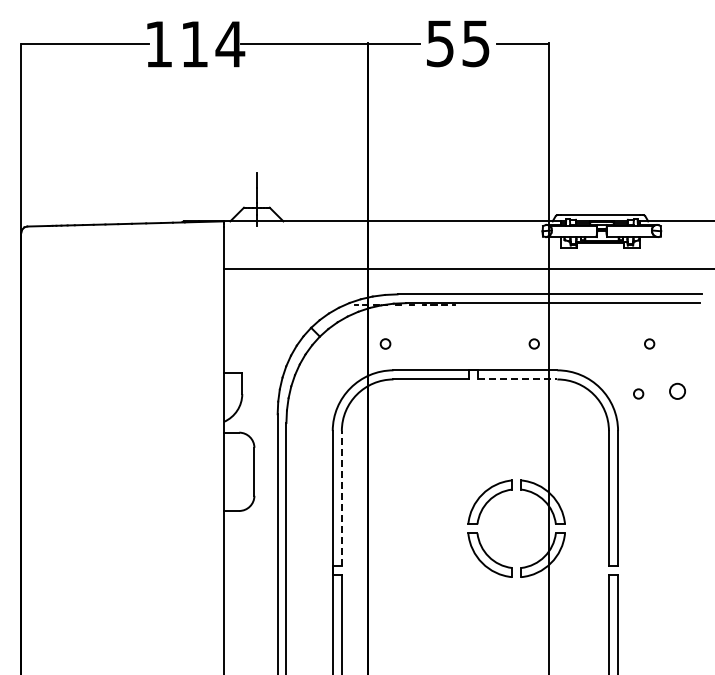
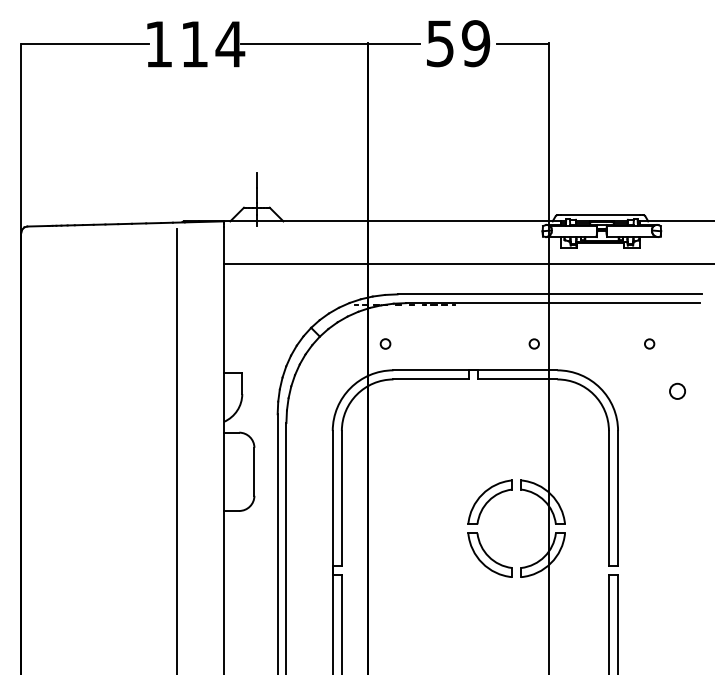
text at (476, 43): 55 -> 59
line at (467, 269) position: (467, 269) -> (467, 264)
line at (517, 379): dashed -> solid
circle at (638, 393): present -> none
line at (177, 449): none -> present
line at (341, 498): dashed -> solid
